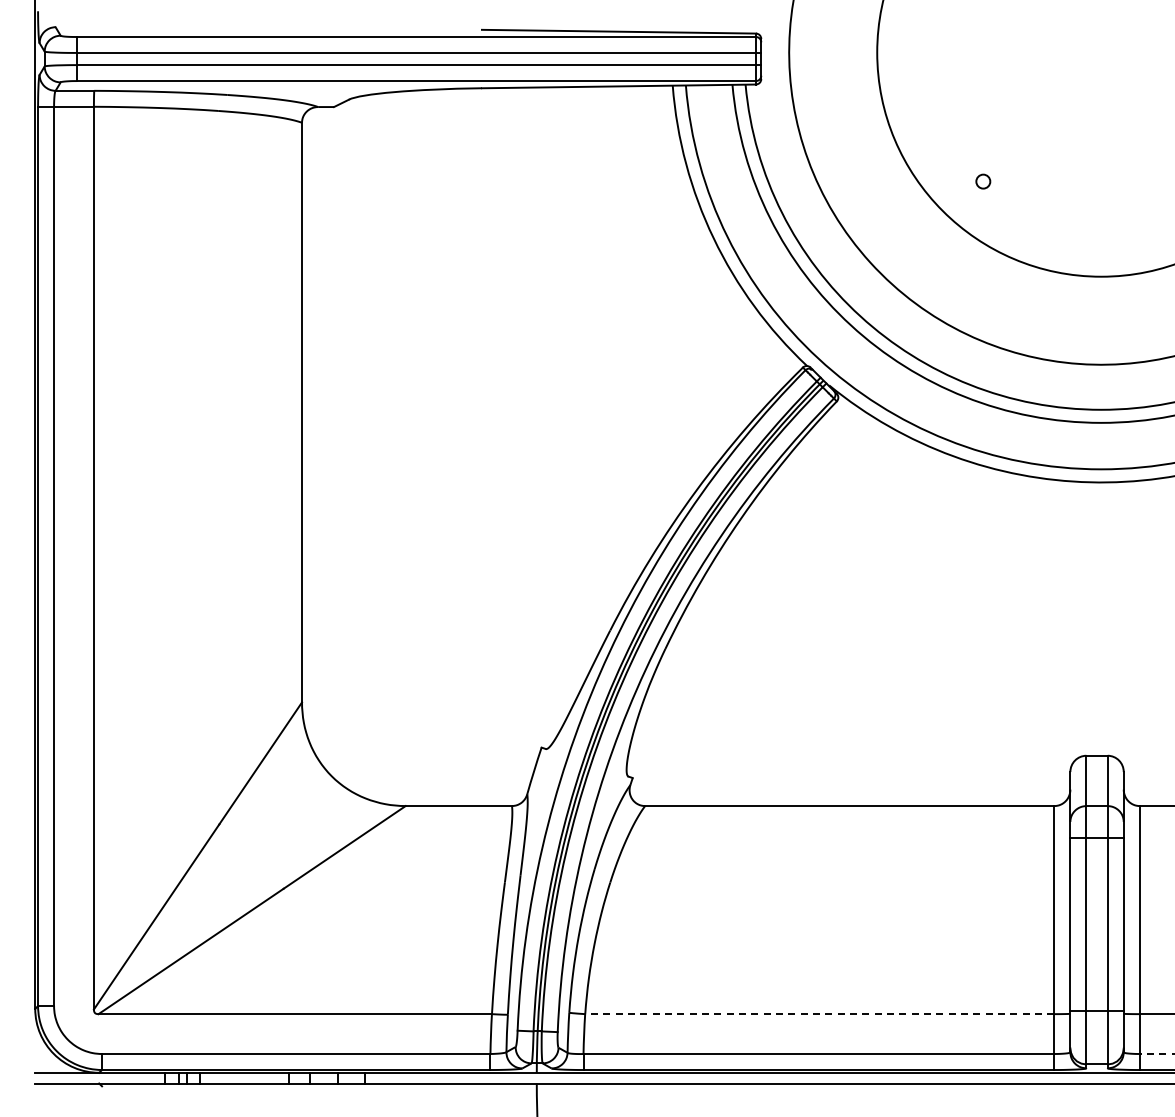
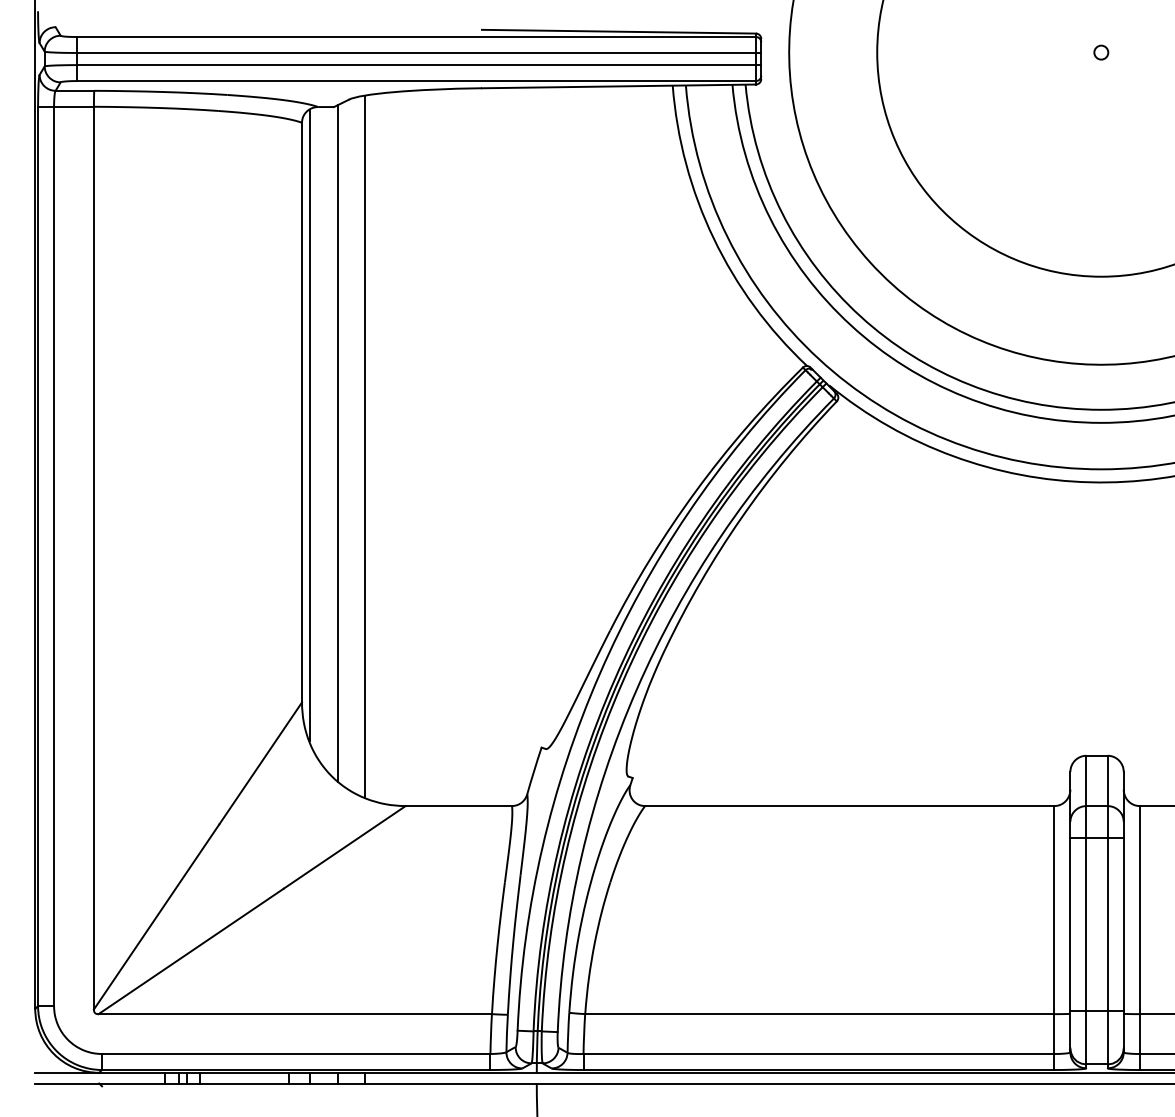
circle at (983, 181) position: (983, 181) -> (1101, 52)
line at (309, 424): none -> present
line at (338, 443): none -> present
line at (364, 446): none -> present
line at (819, 1014): dashed -> solid
line at (1156, 1053): dashed -> solid
